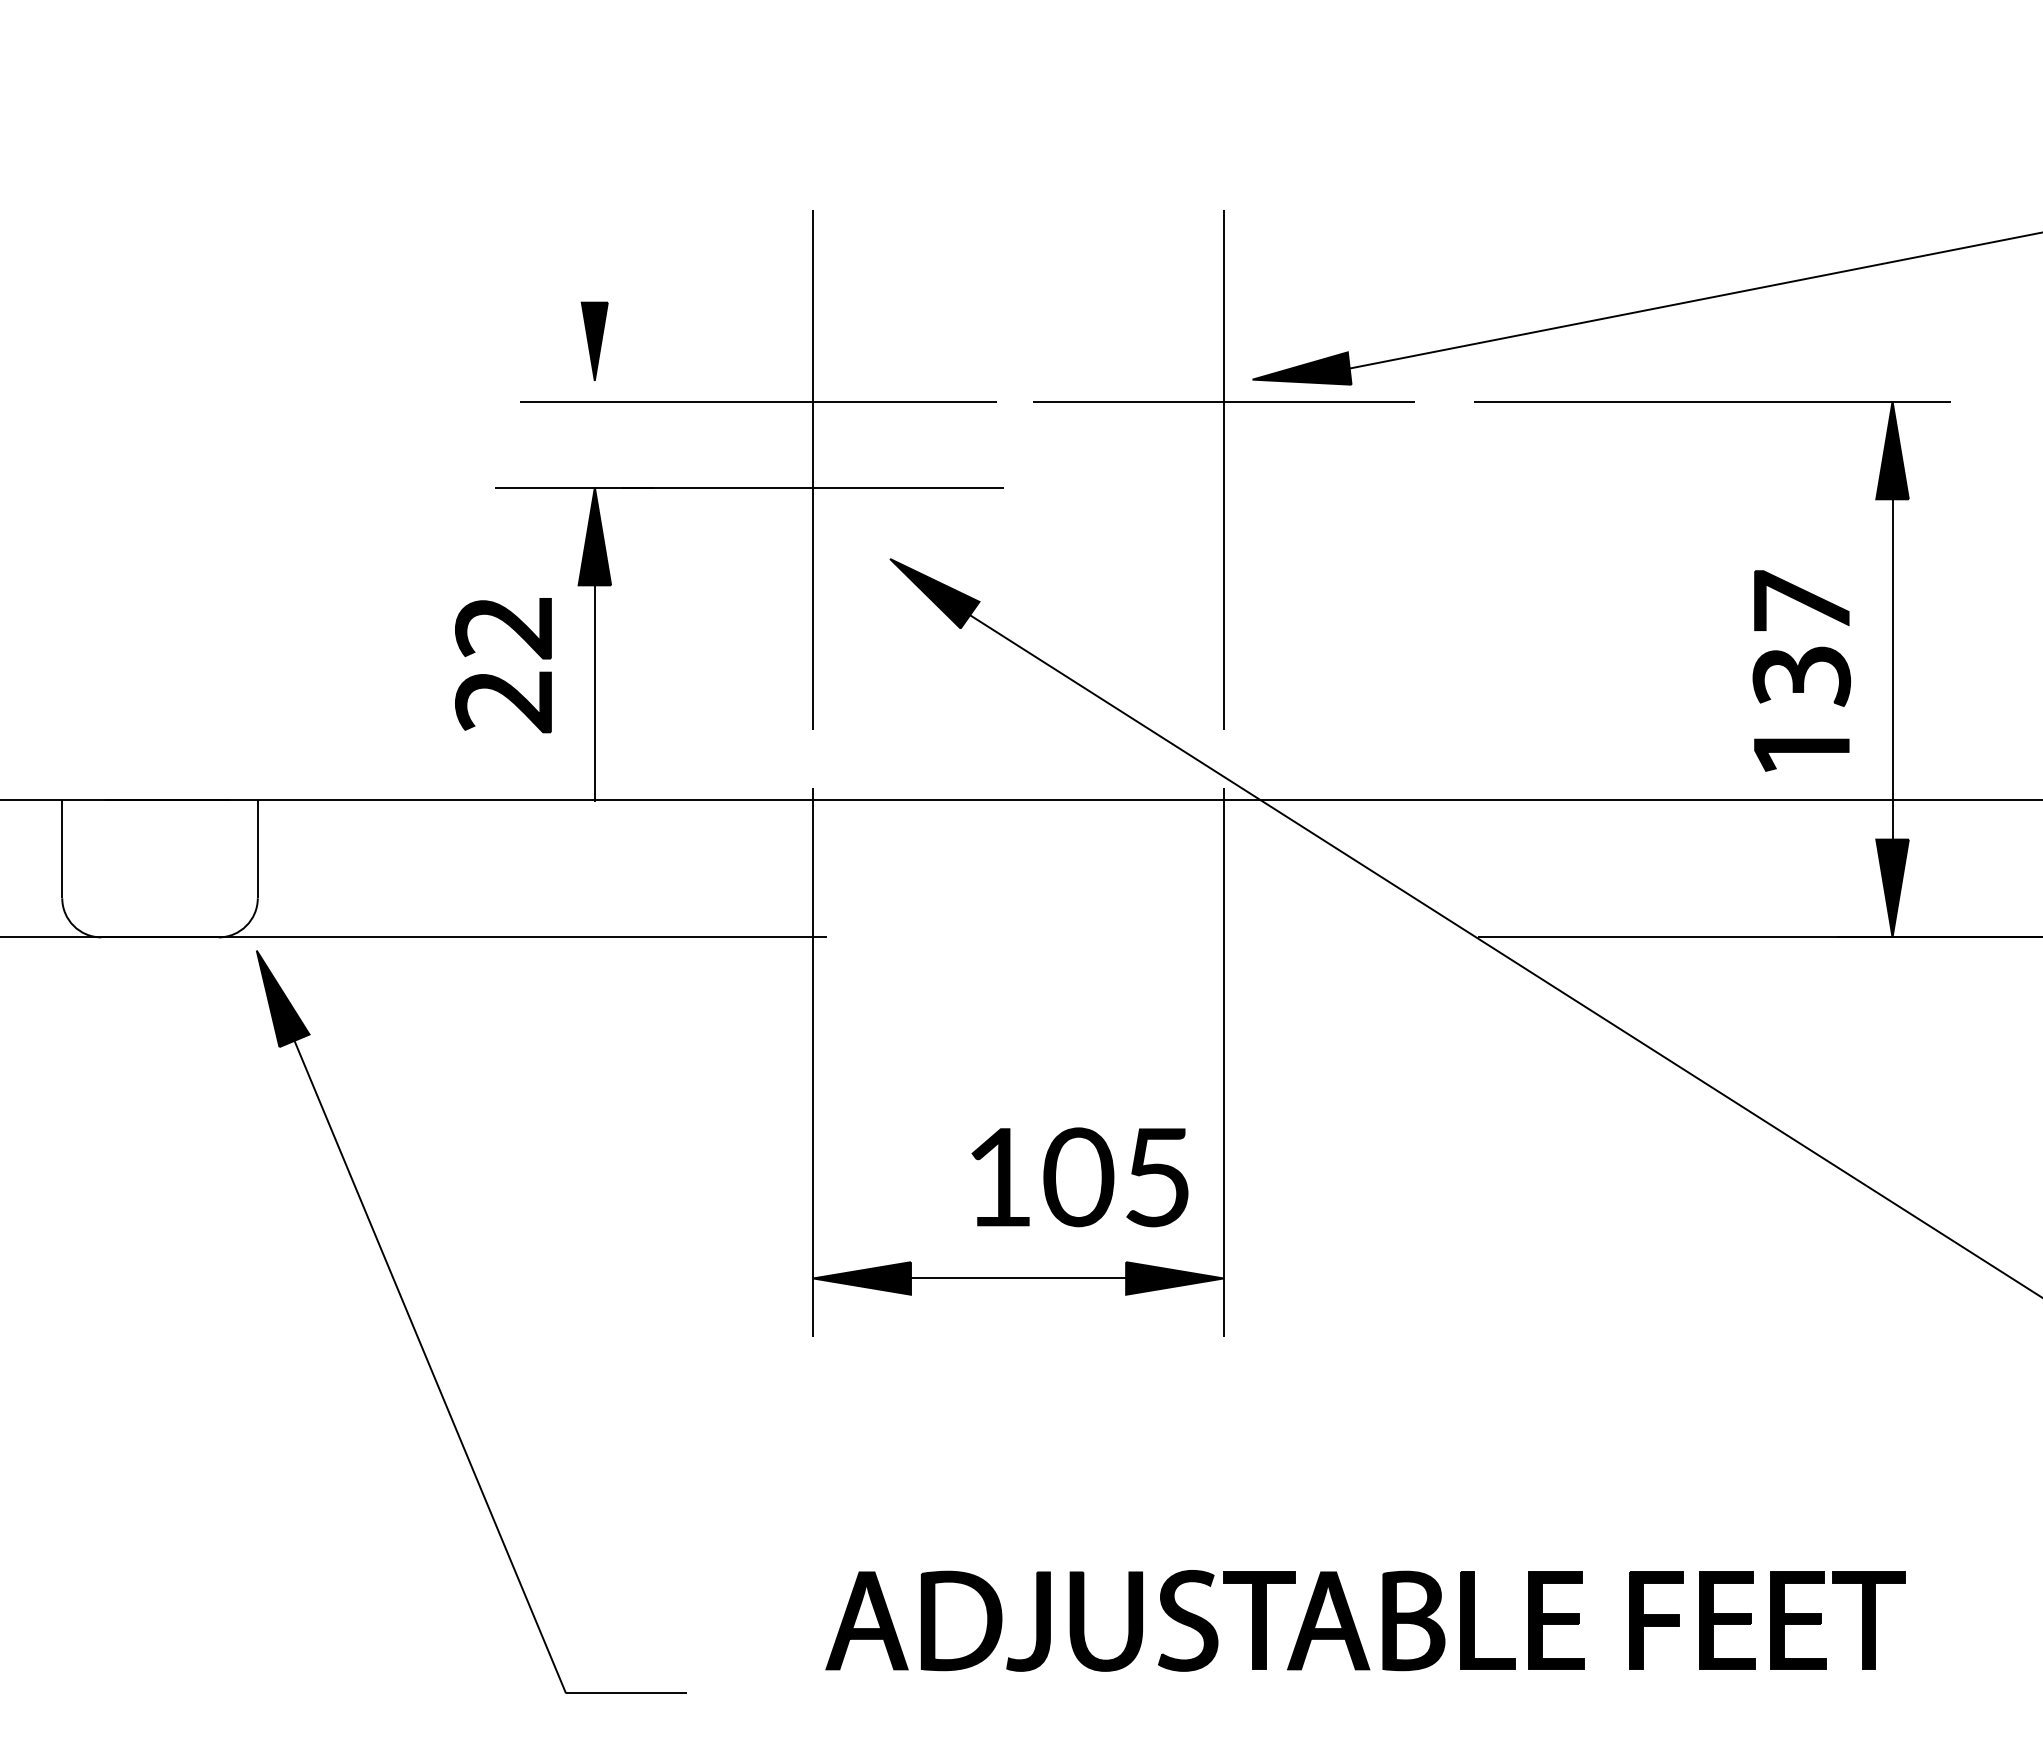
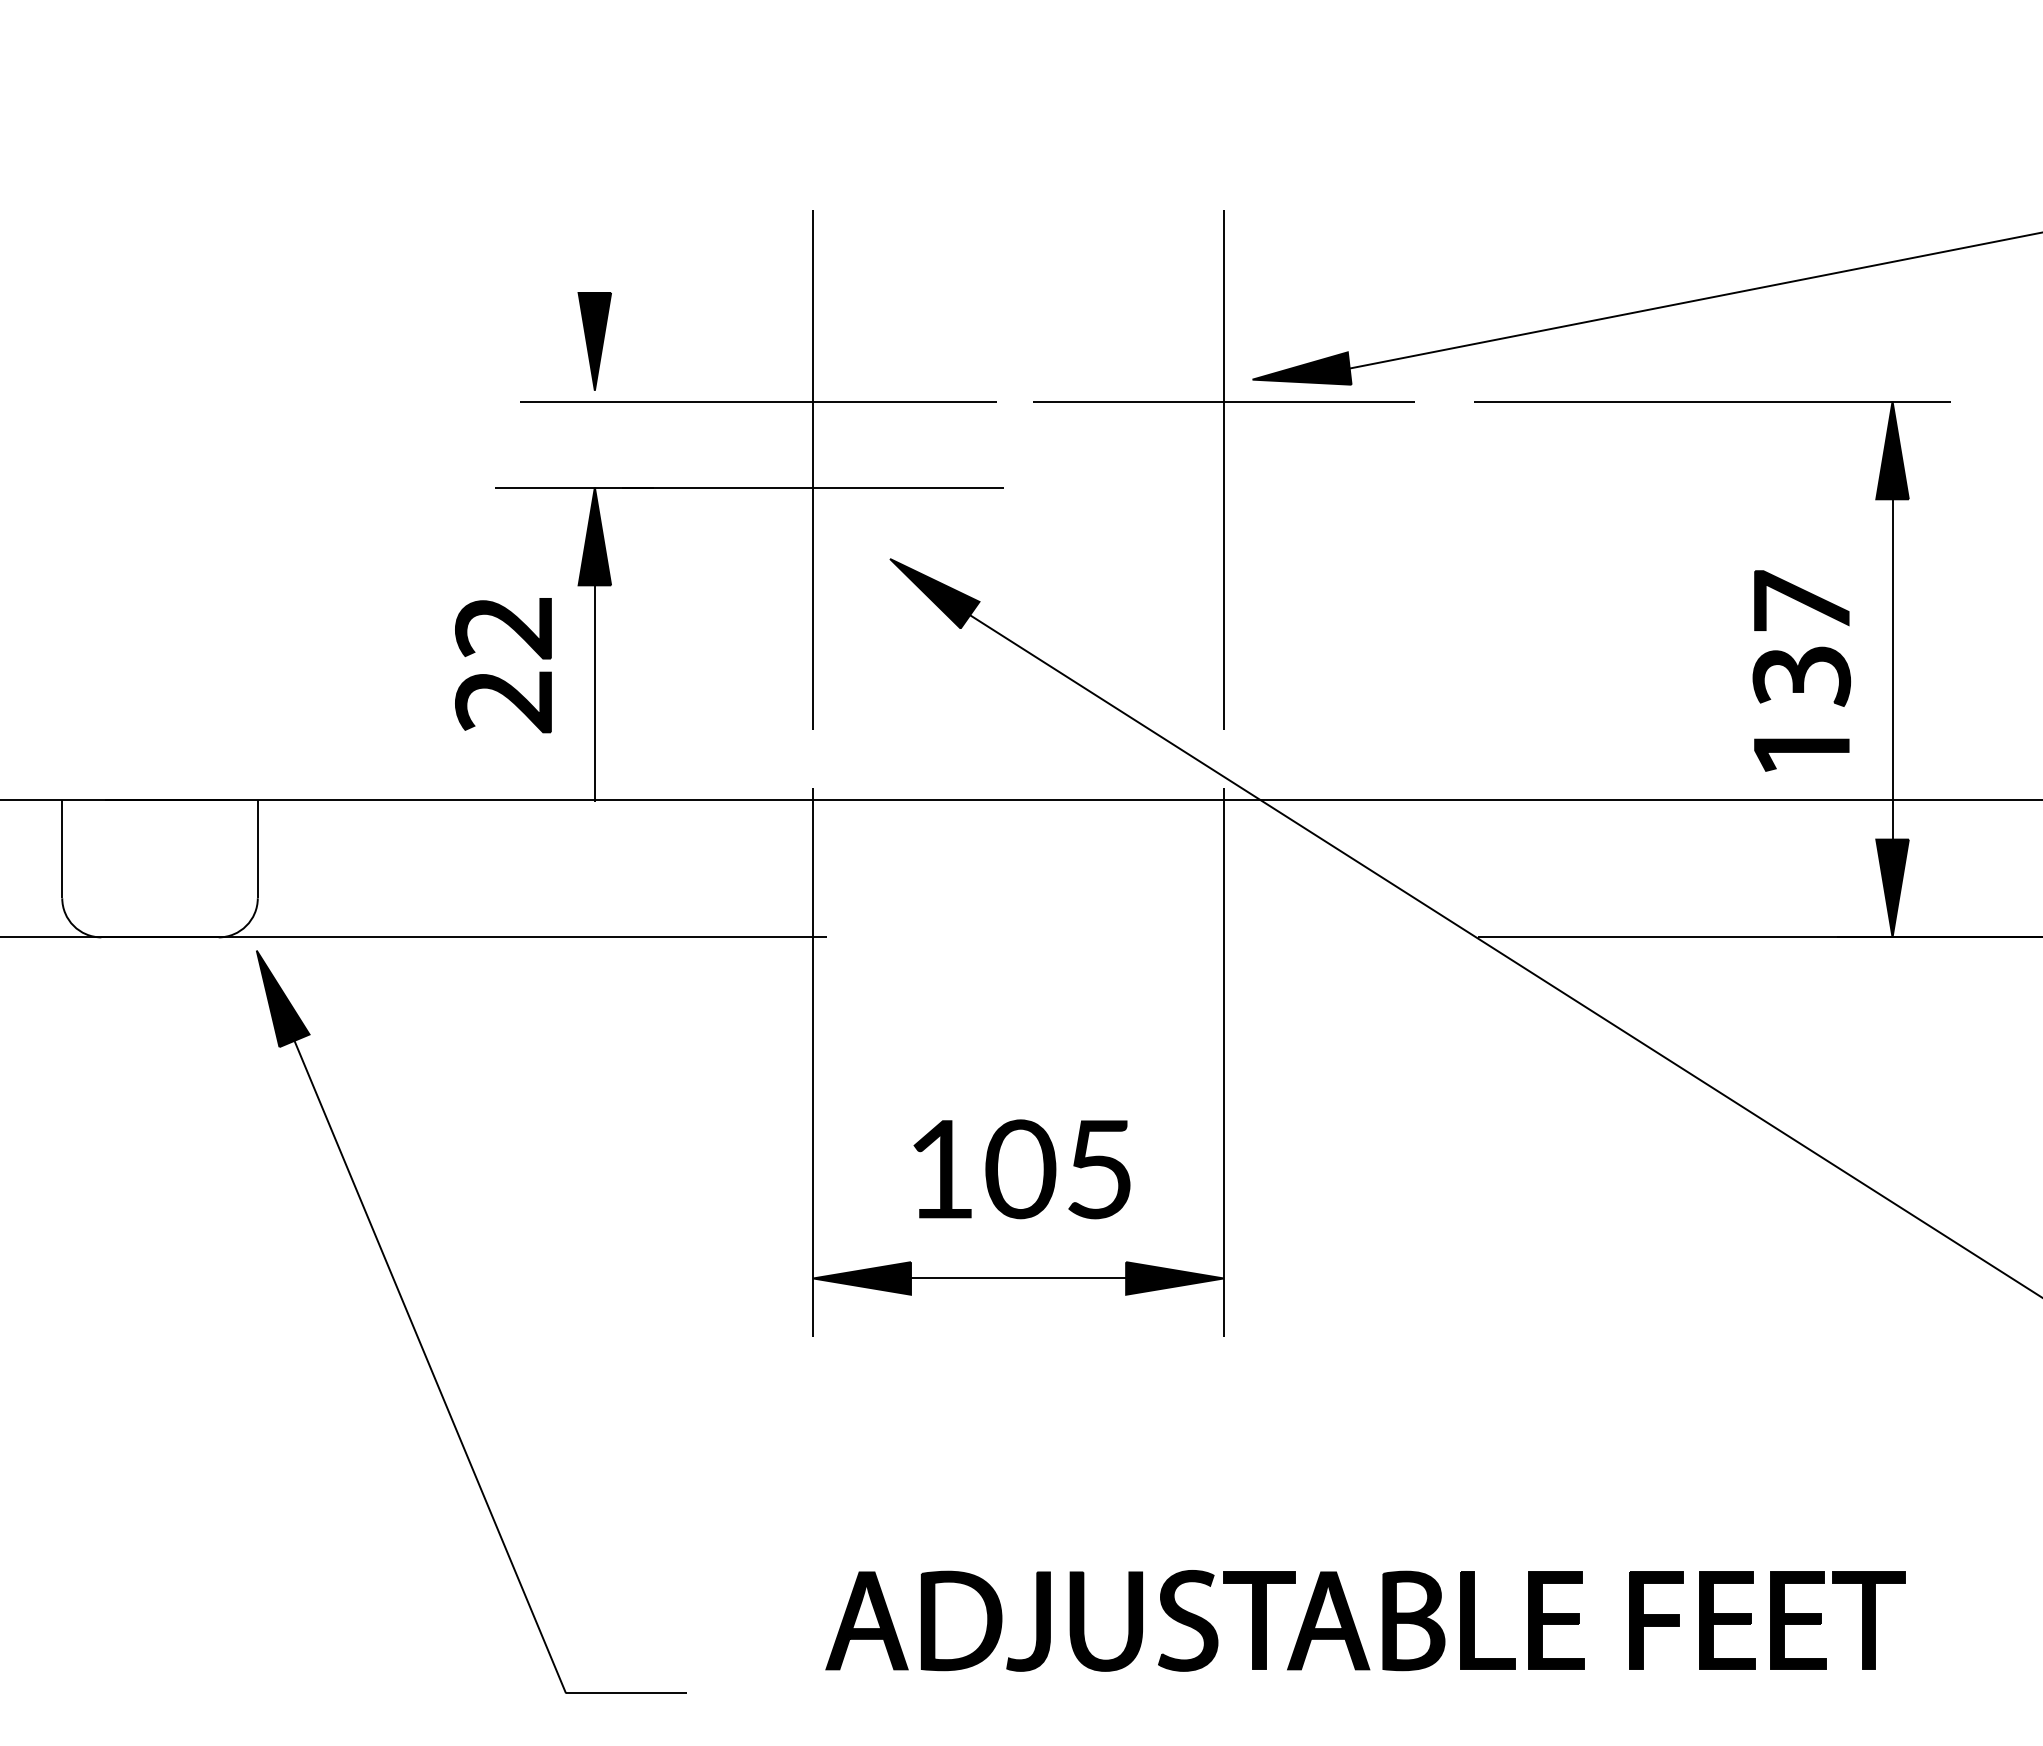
part at (594, 340) size: 29x80 px -> 35x99 px
text at (1079, 1177) position: (1079, 1177) -> (1021, 1169)
